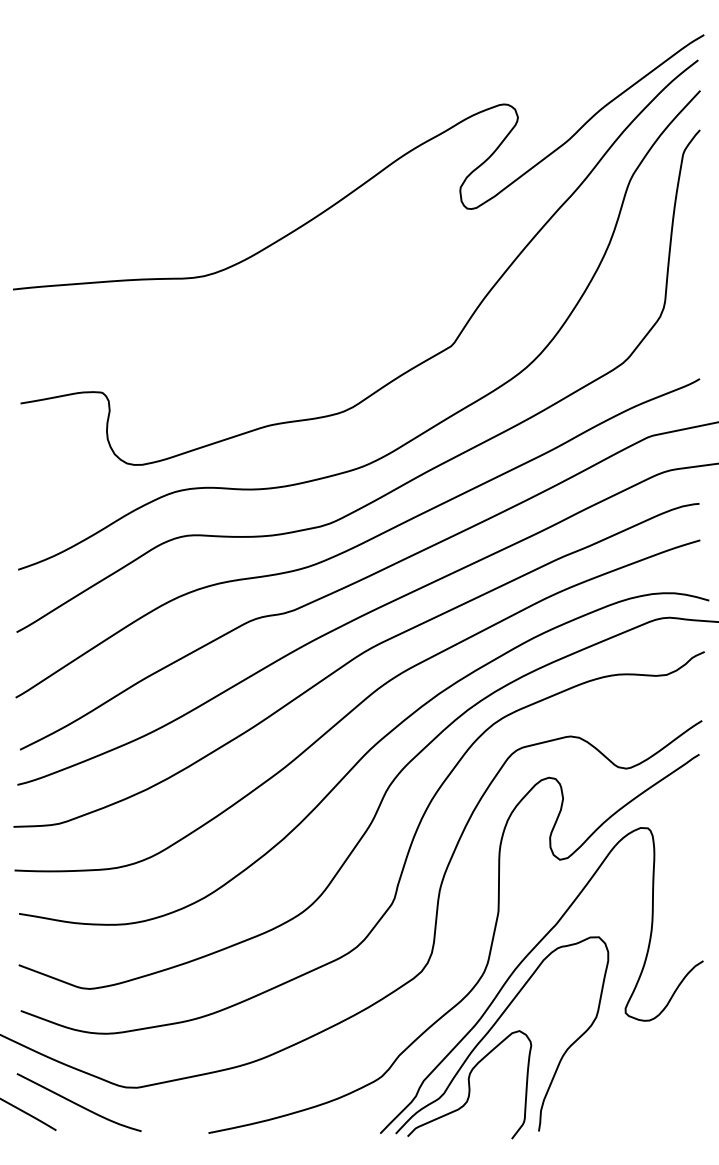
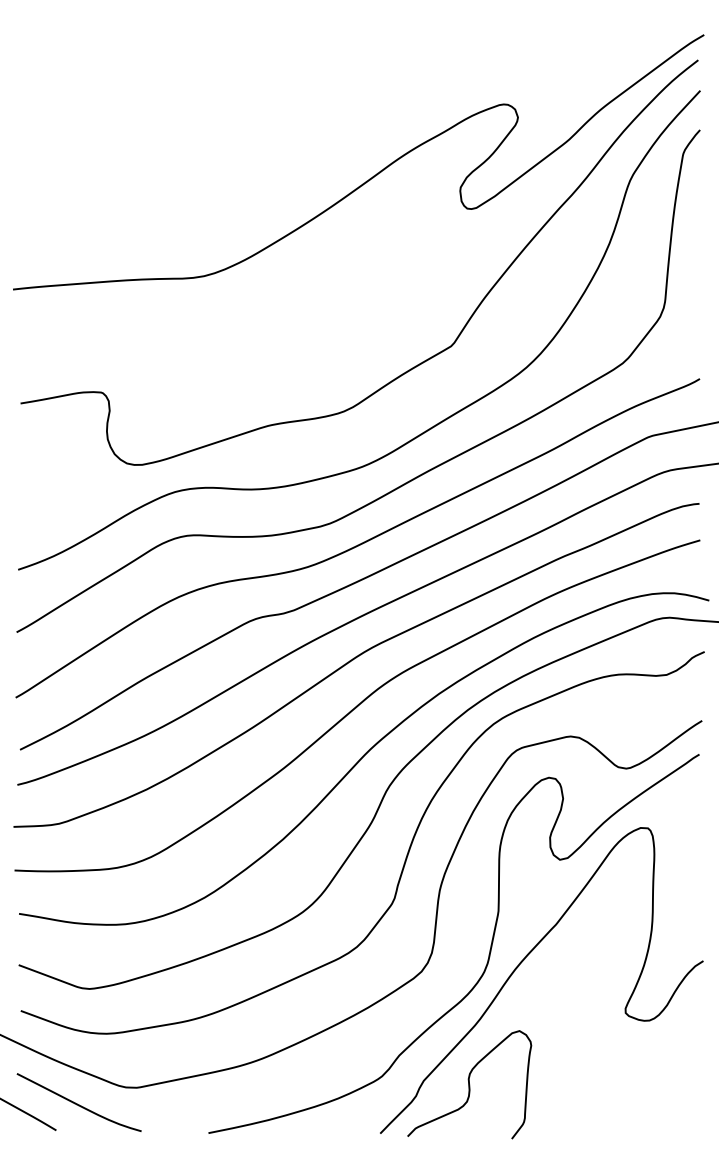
curve at (493, 1027): present -> none
